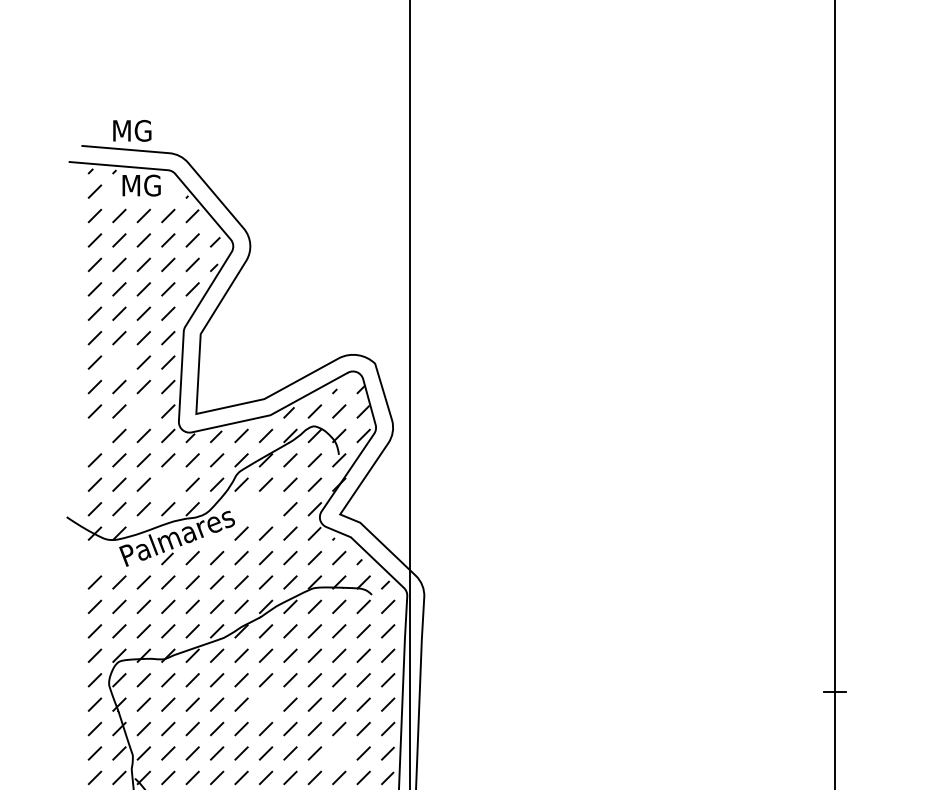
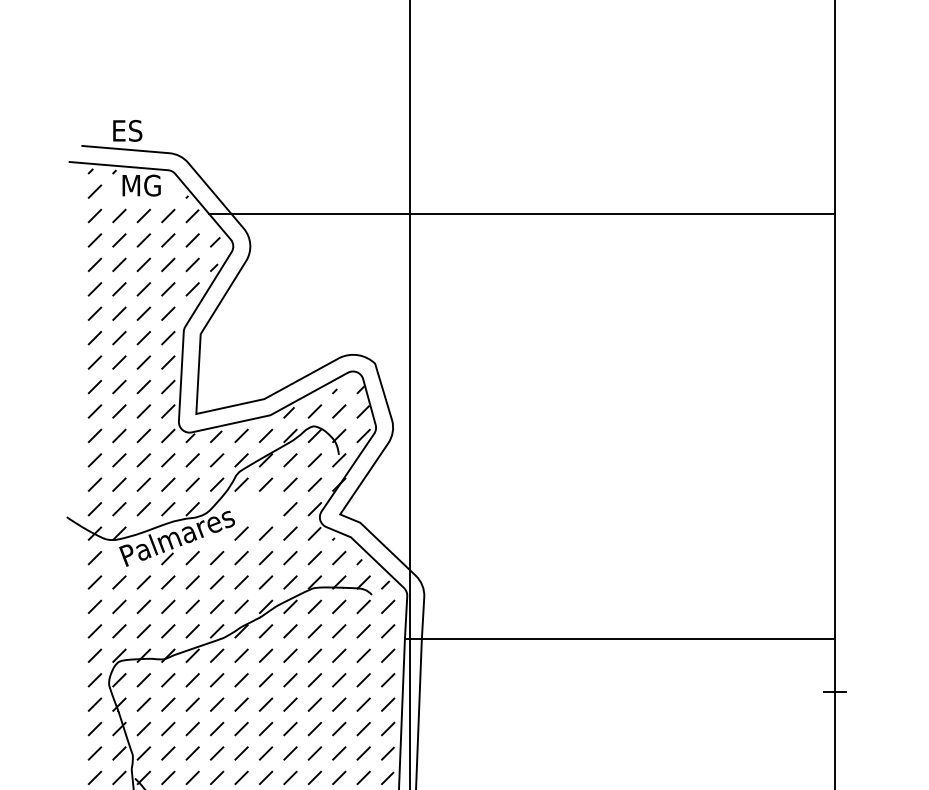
text at (133, 130): MG -> ES
line at (522, 214): none -> present
line at (119, 362): none -> present
line at (143, 411): none -> present
line at (94, 435): none -> present
line at (168, 484): none -> present
line at (94, 558): none -> present
line at (619, 639): none -> present
line at (265, 704): none -> present
line at (339, 753): none -> present
